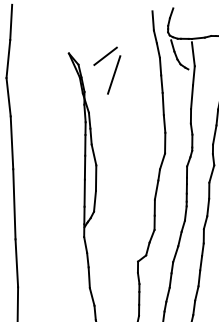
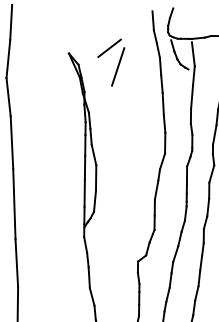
part at (113, 73) position: (113, 73) -> (117, 65)
